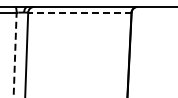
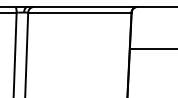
line at (79, 12): dashed -> solid
line at (151, 48): none -> present
line at (15, 54): dashed -> solid
